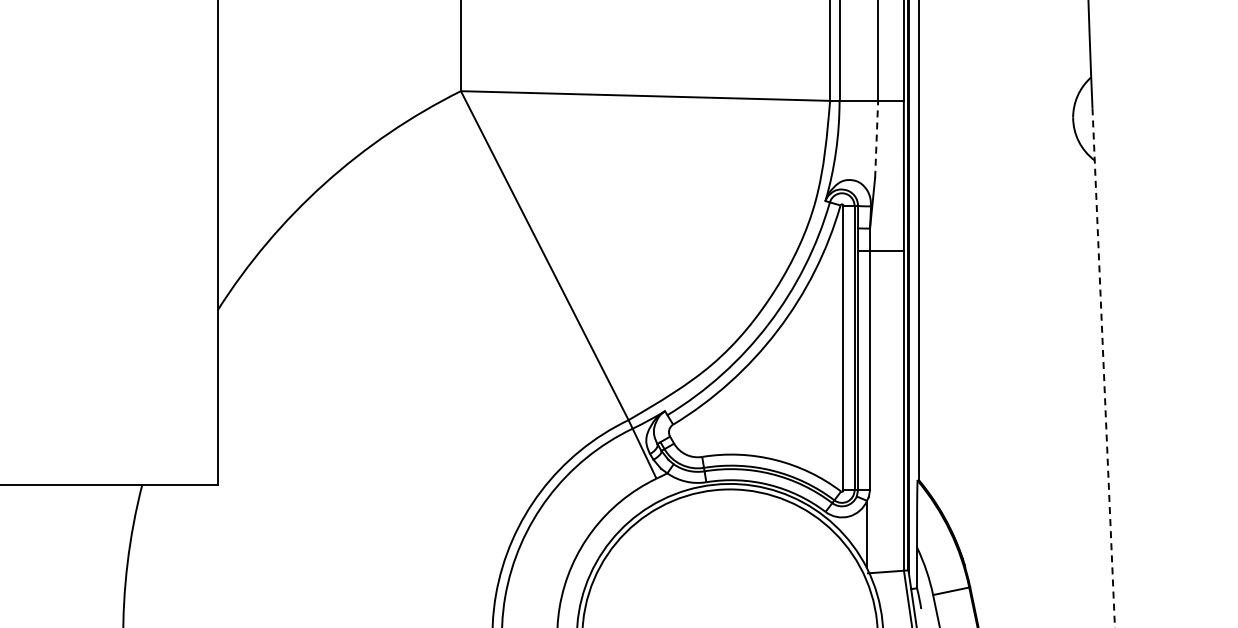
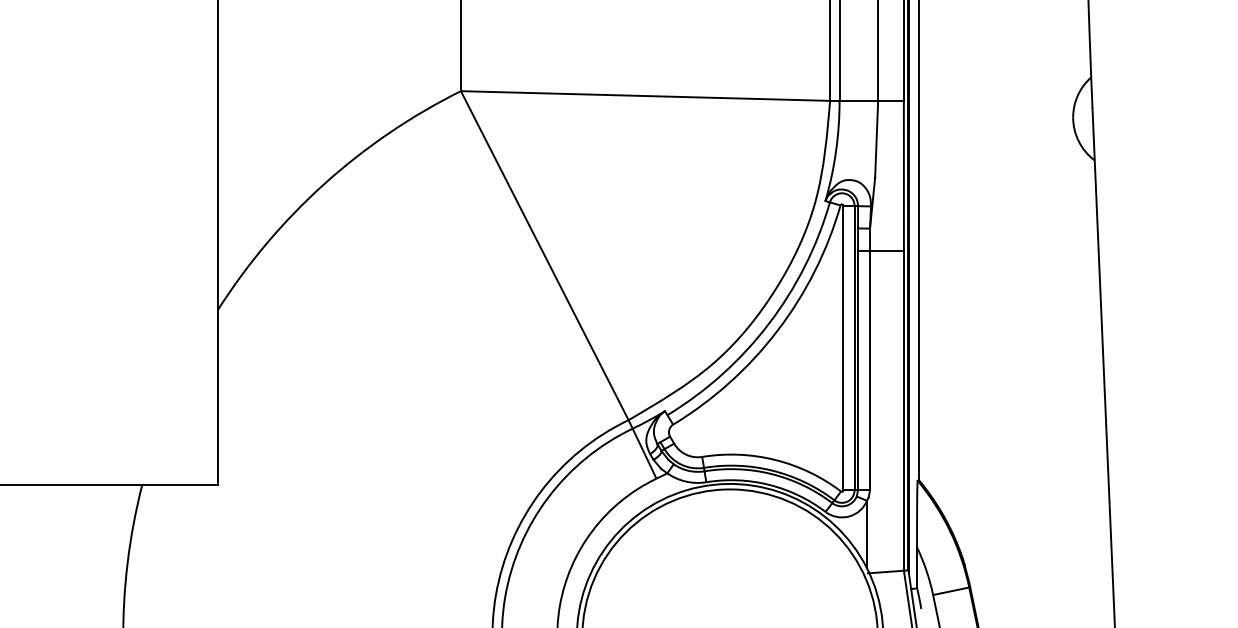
line at (876, 138): dashed -> solid
line at (1103, 368): dashed -> solid
